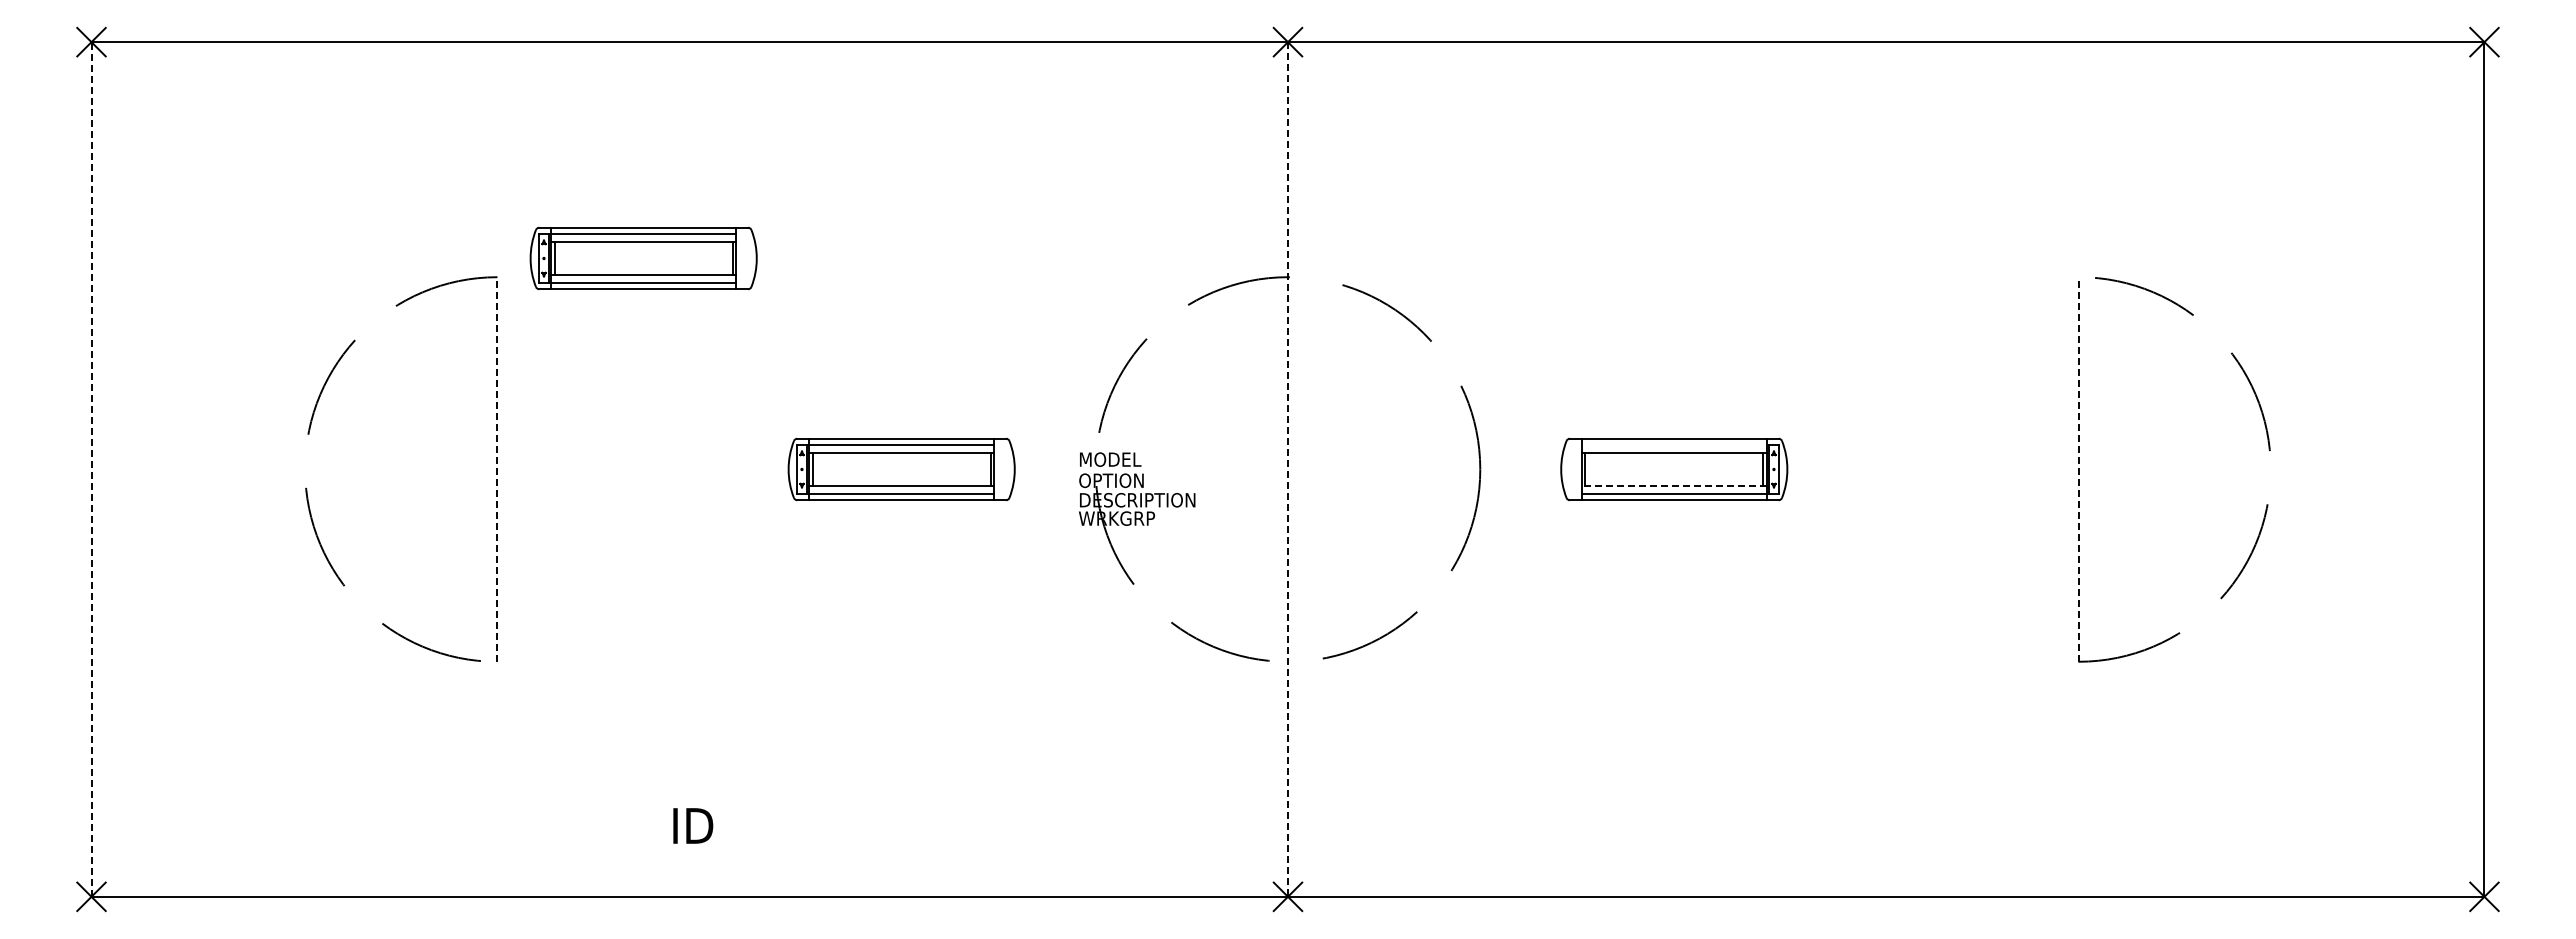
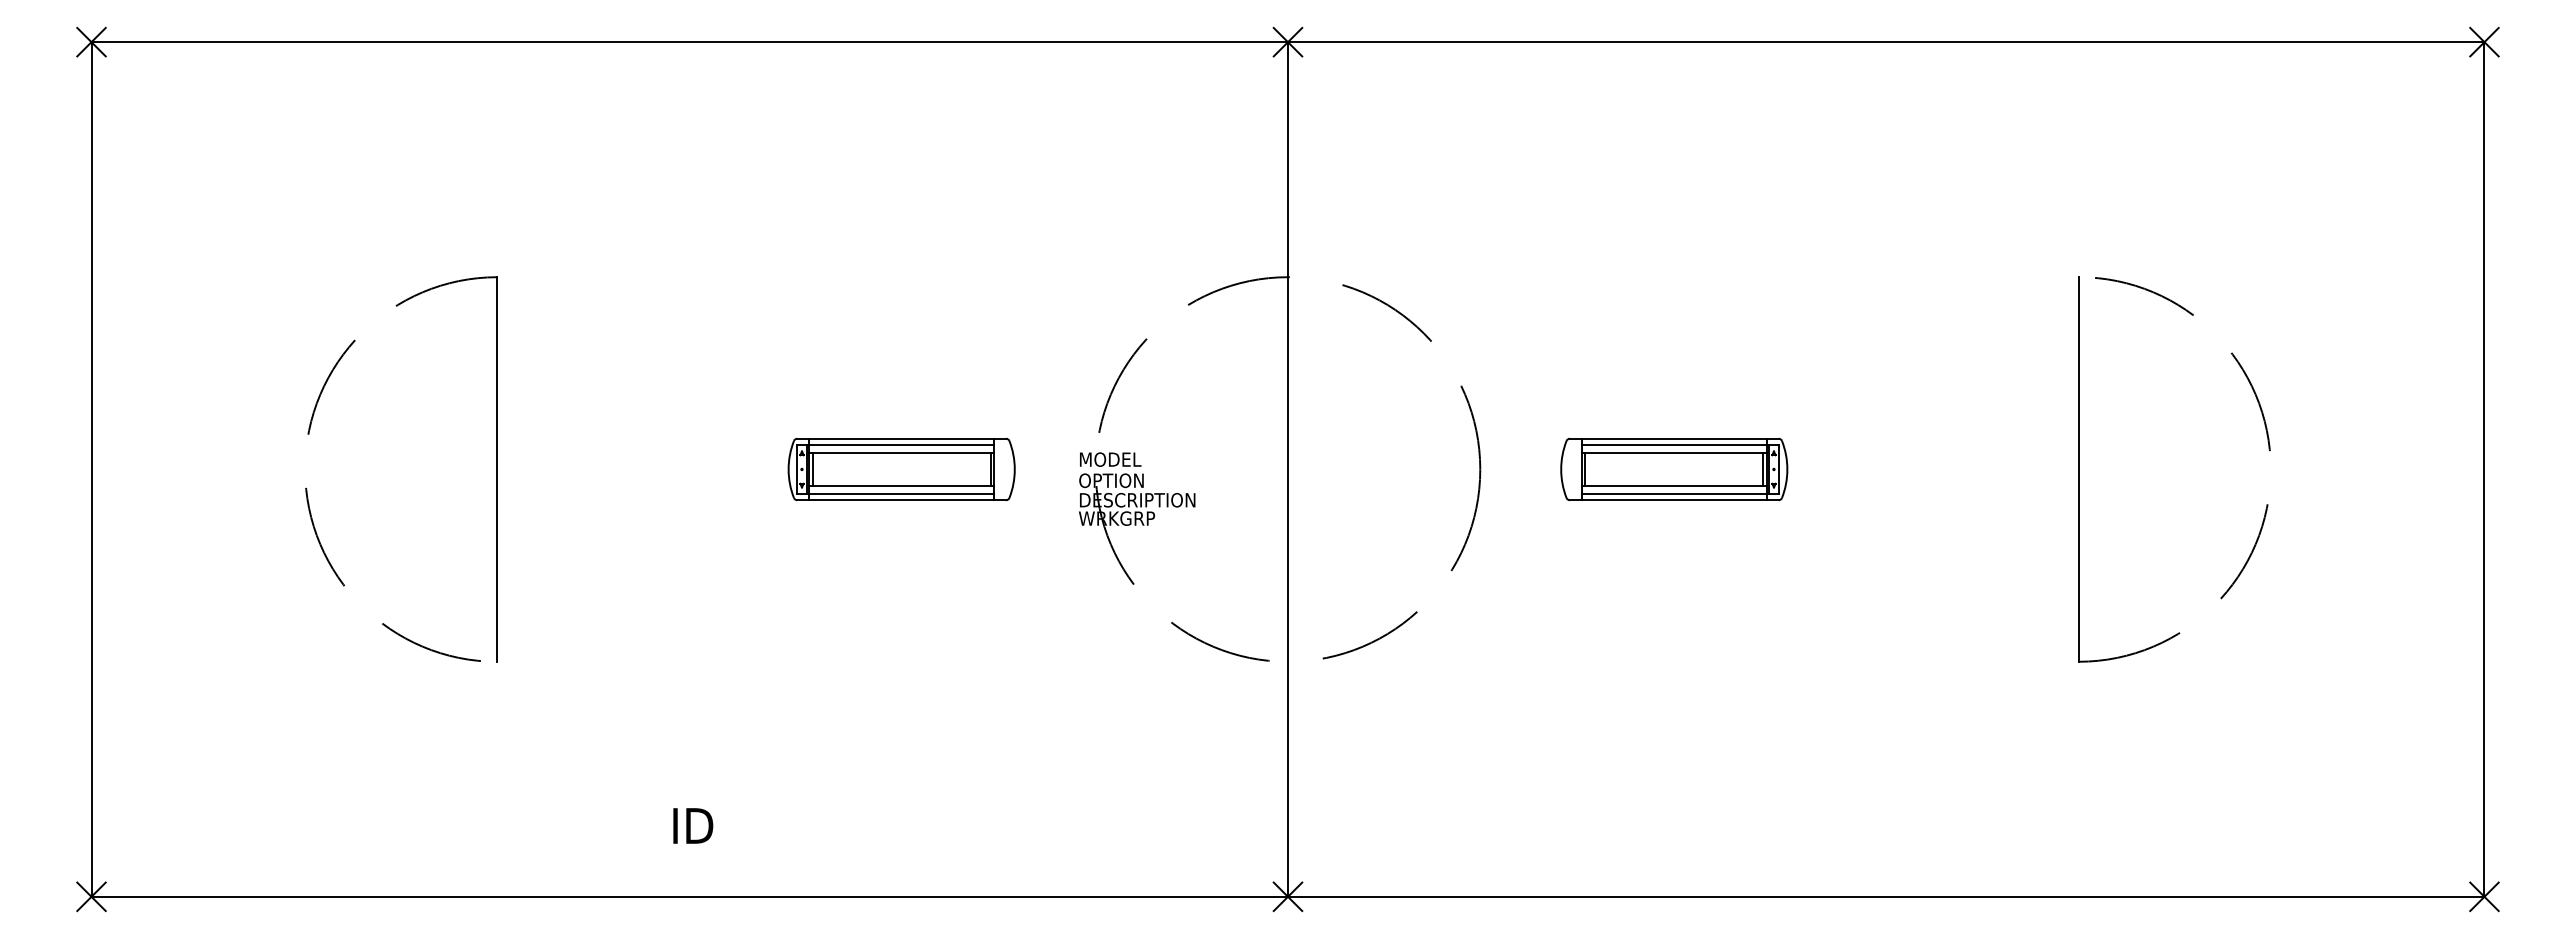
part at (643, 258): present -> none
line at (1674, 445): none -> present
line at (91, 469): dashed -> solid
line at (497, 469): dashed -> solid
line at (1288, 469): dashed -> solid
line at (2078, 469): dashed -> solid
line at (1674, 486): dashed -> solid
